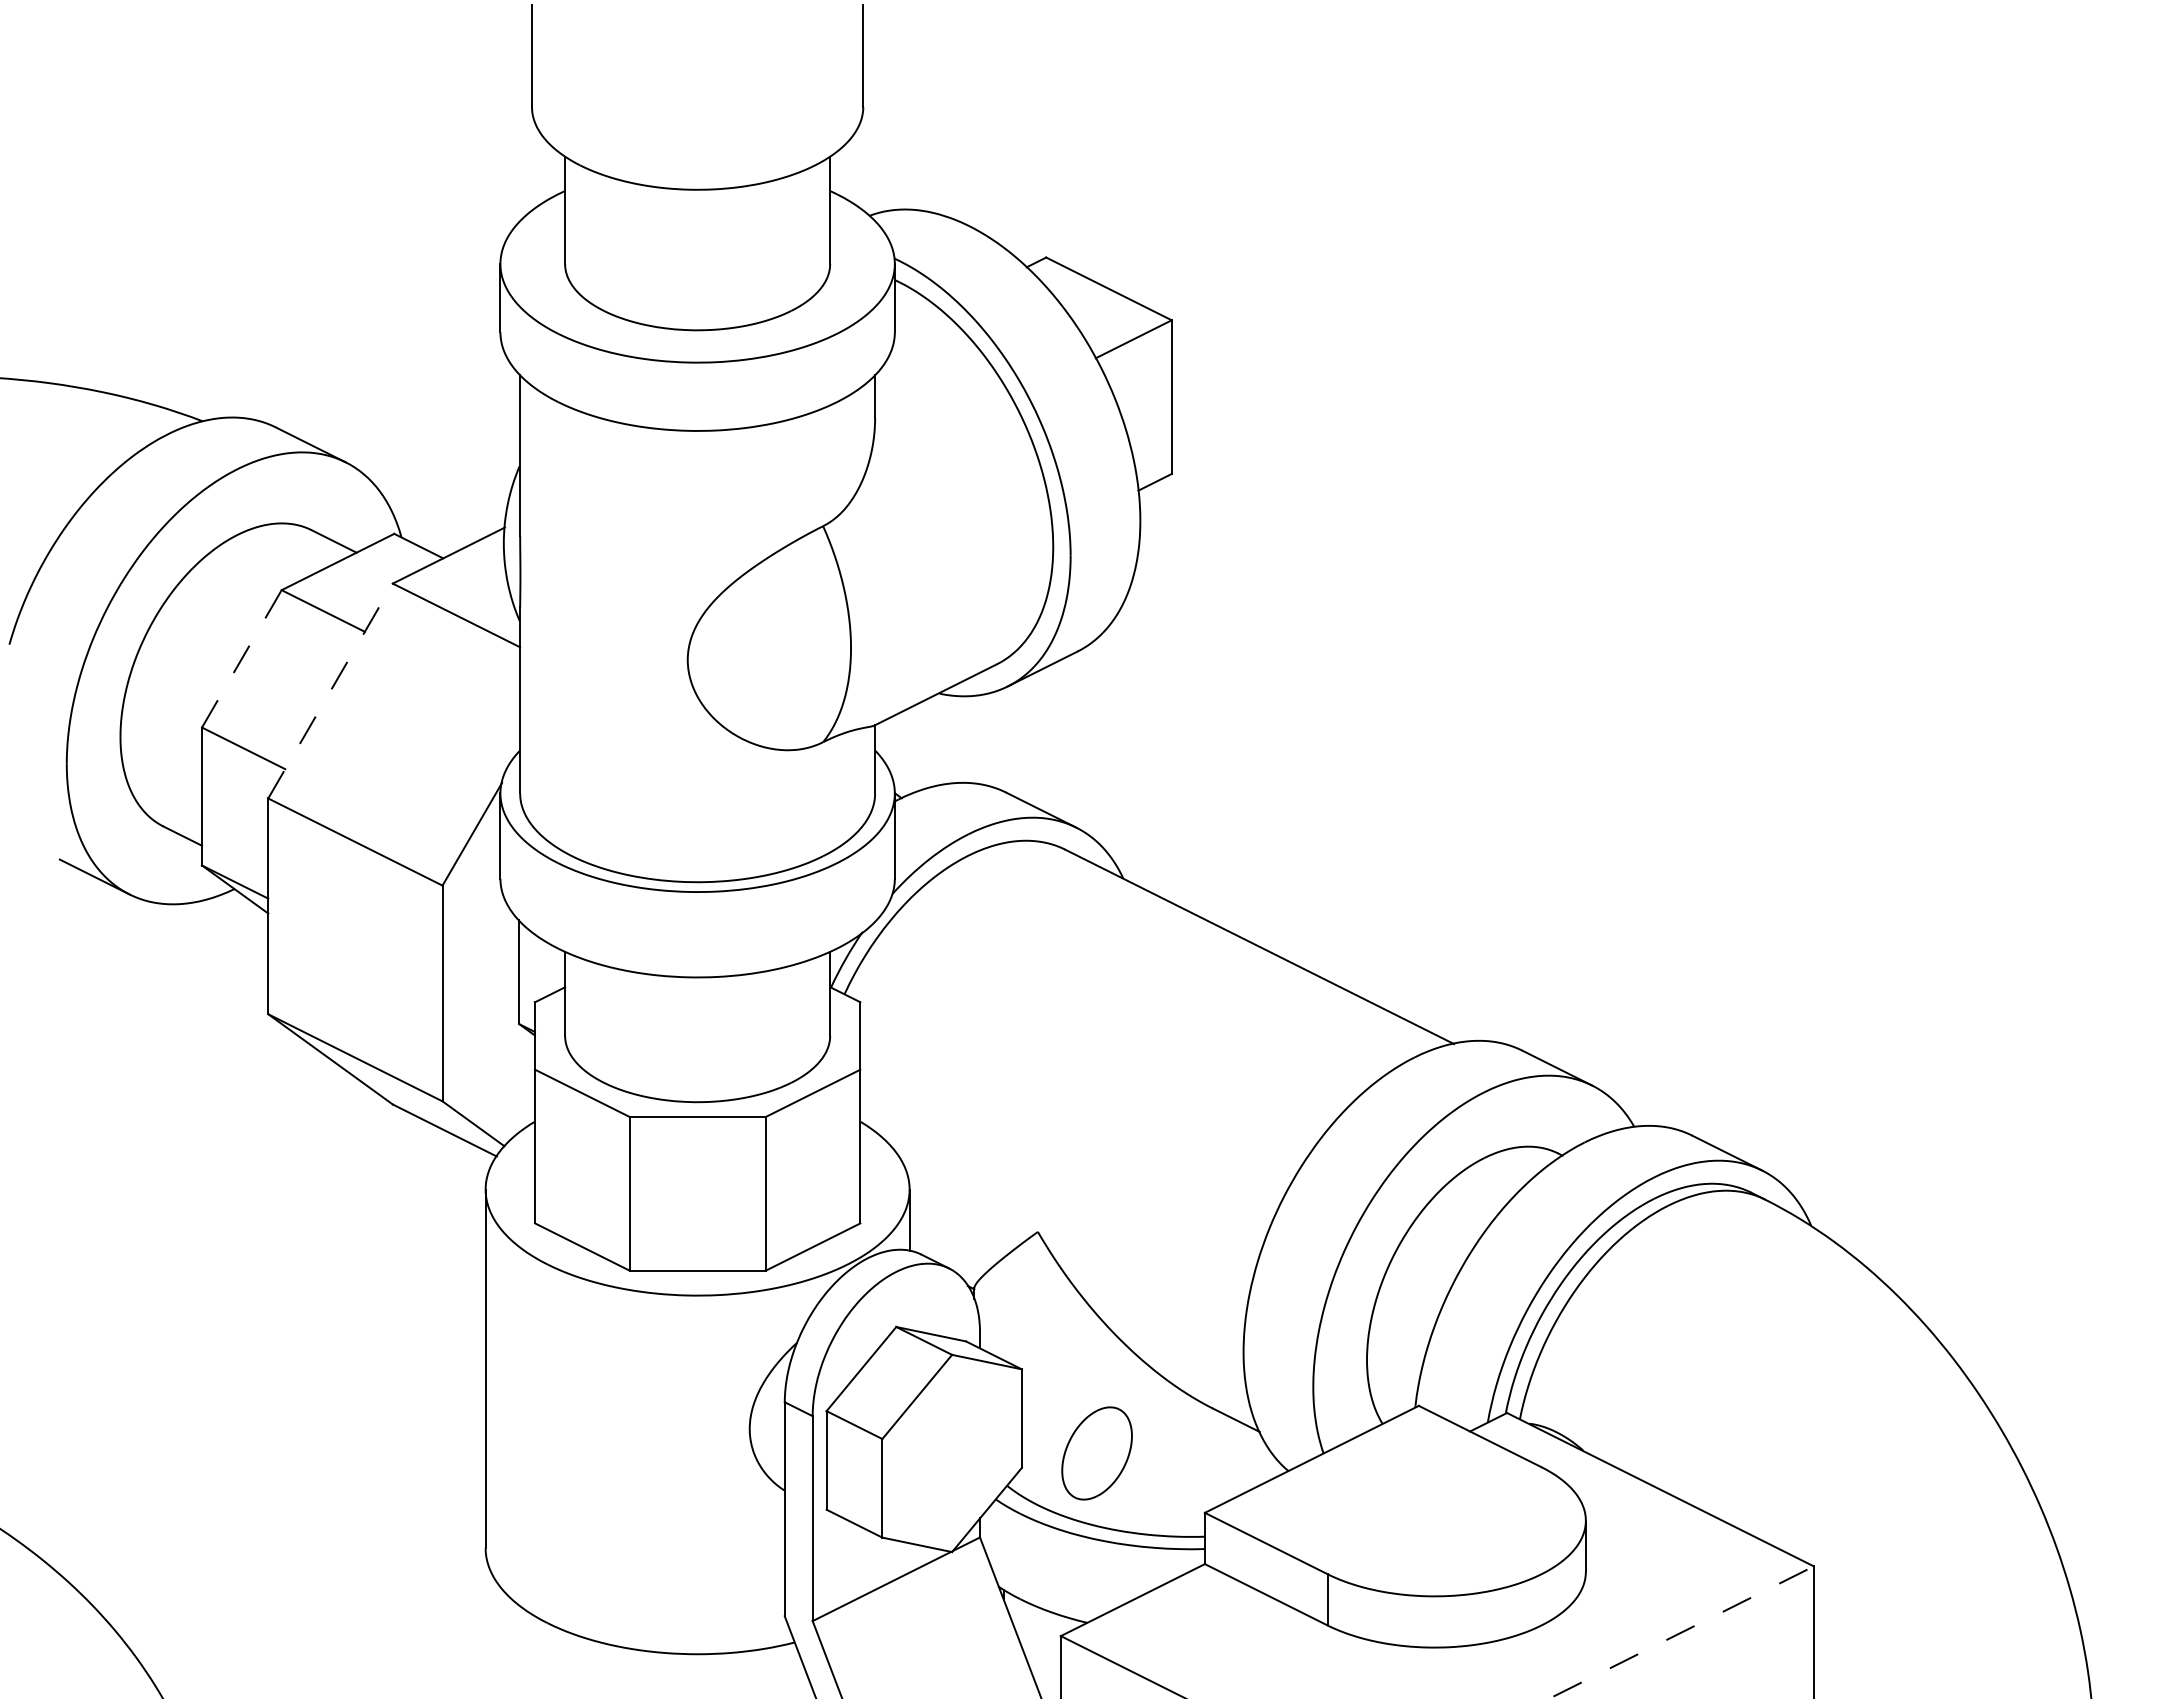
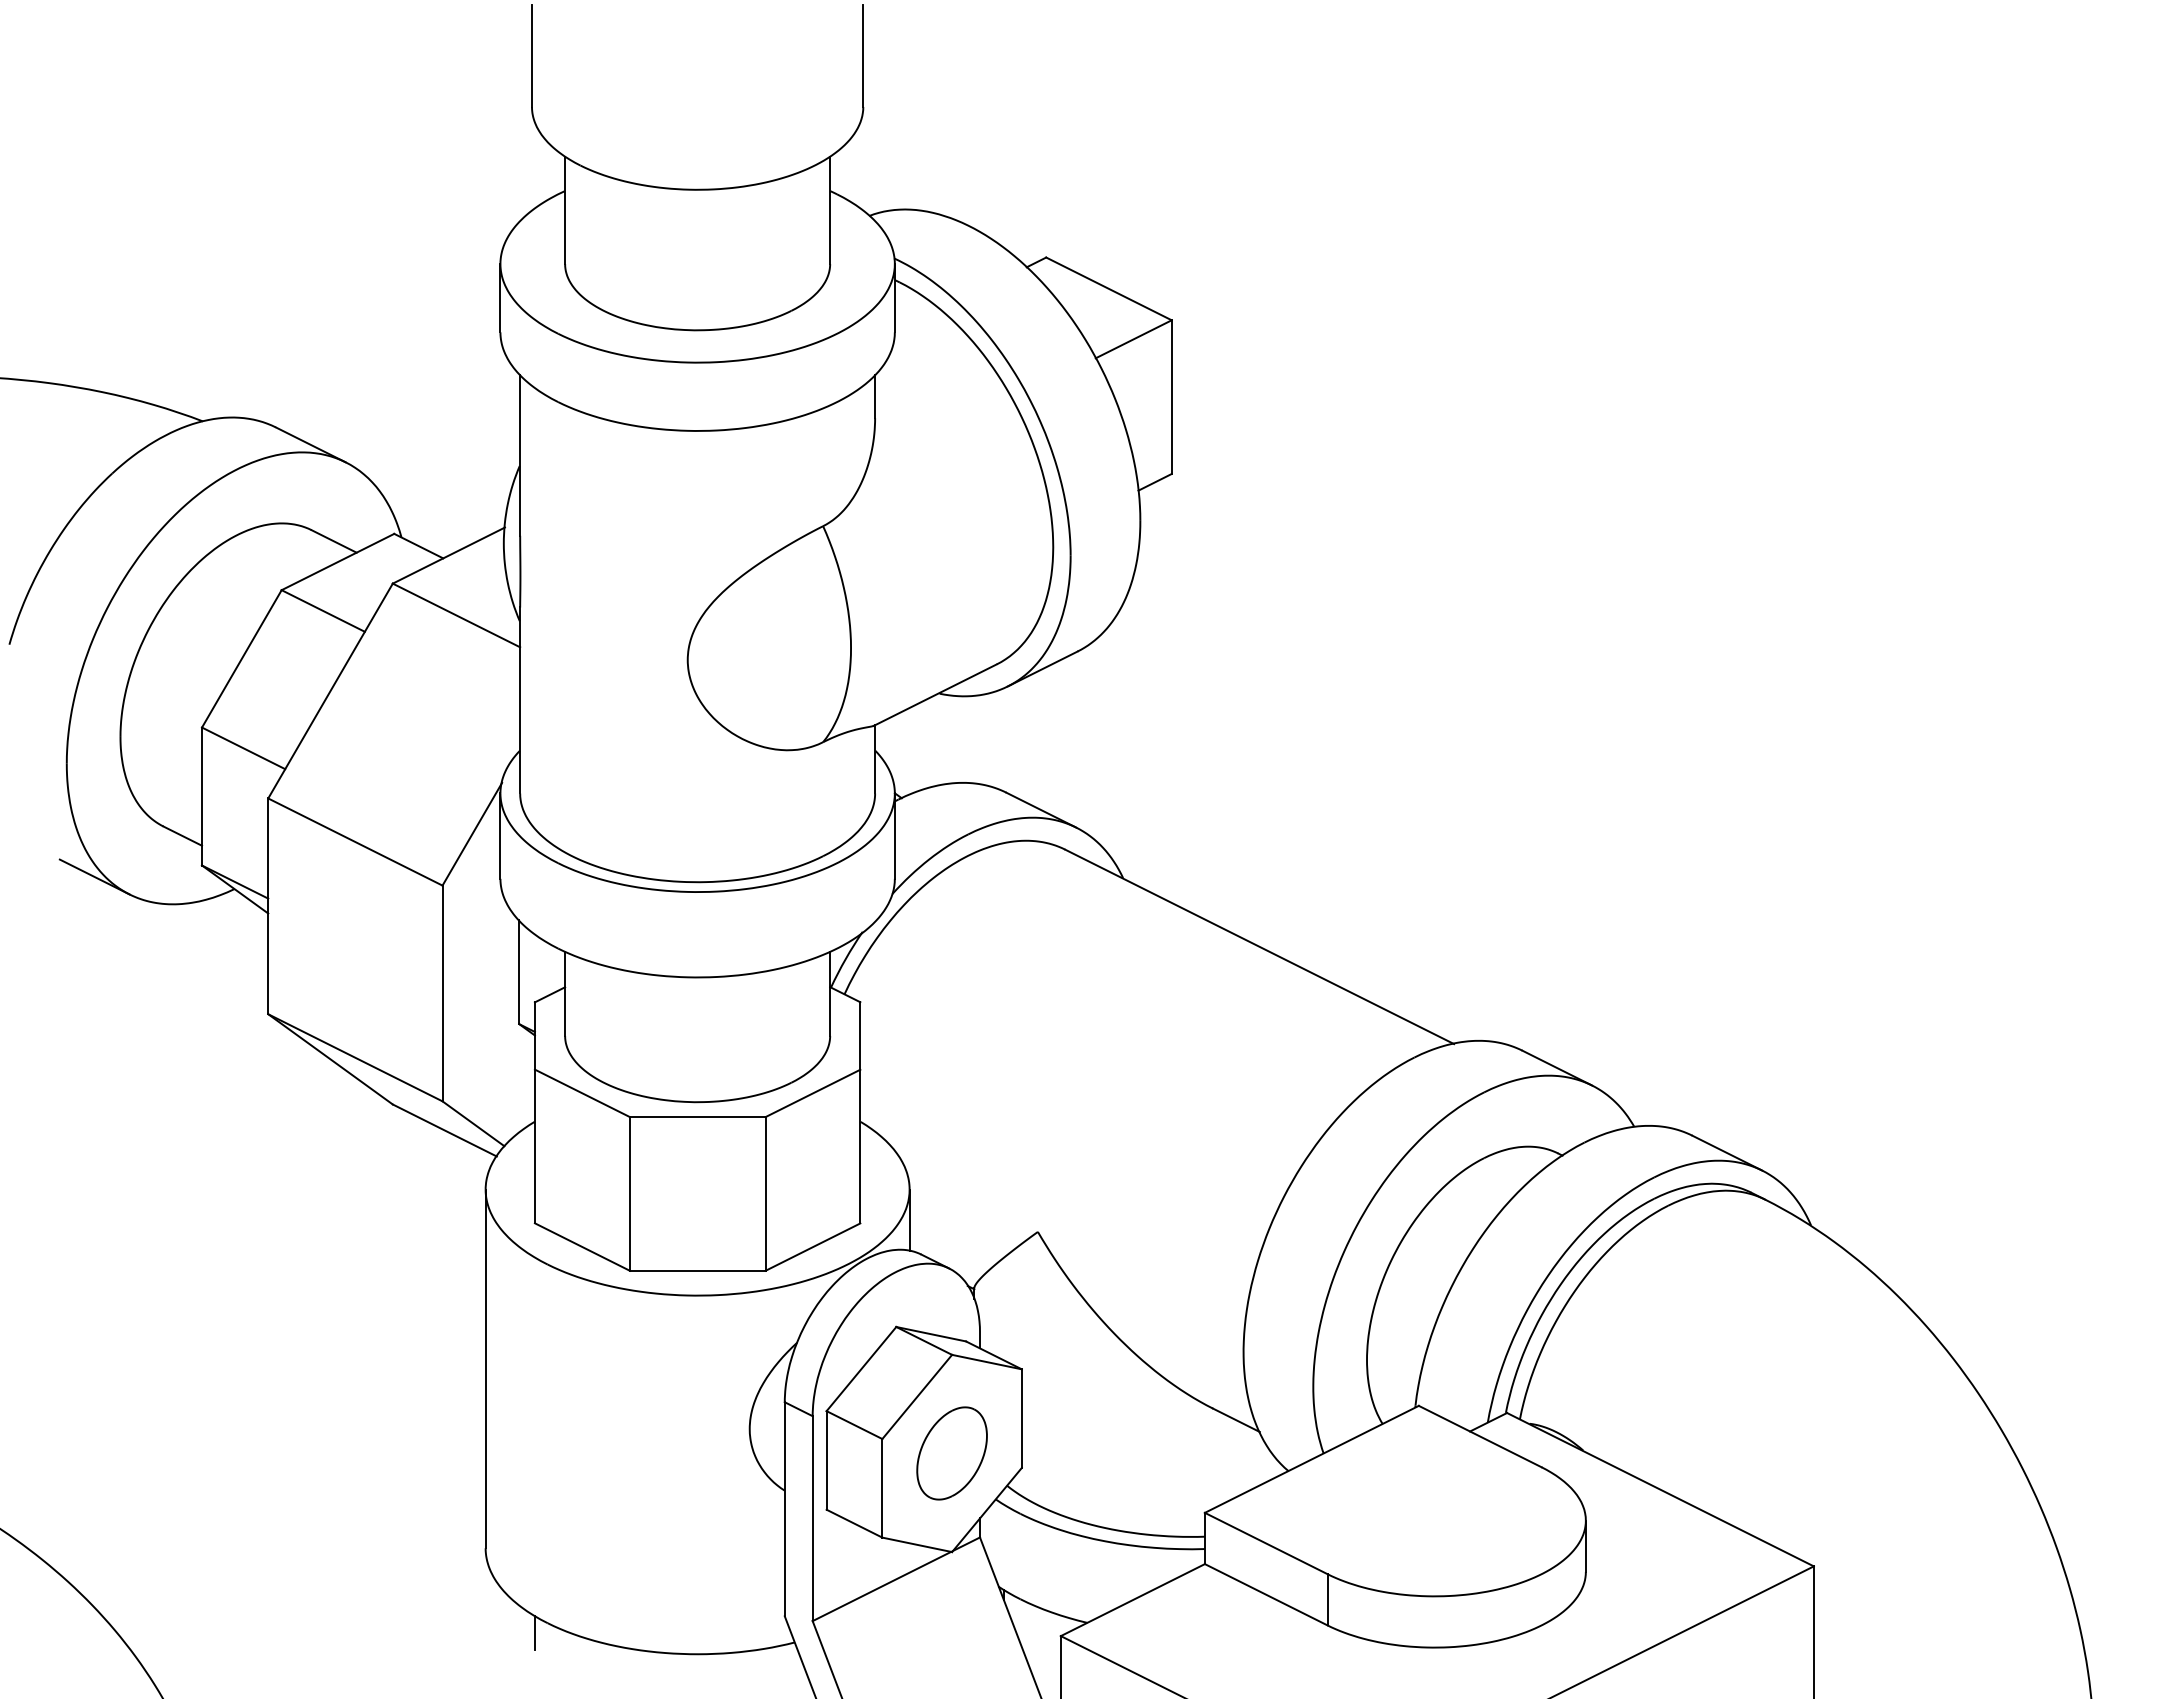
line at (242, 658): dashed -> solid
line at (330, 690): dashed -> solid
part at (1096, 1453) position: (1096, 1453) -> (951, 1453)
line at (534, 1632): none -> present
line at (1681, 1632): dashed -> solid
